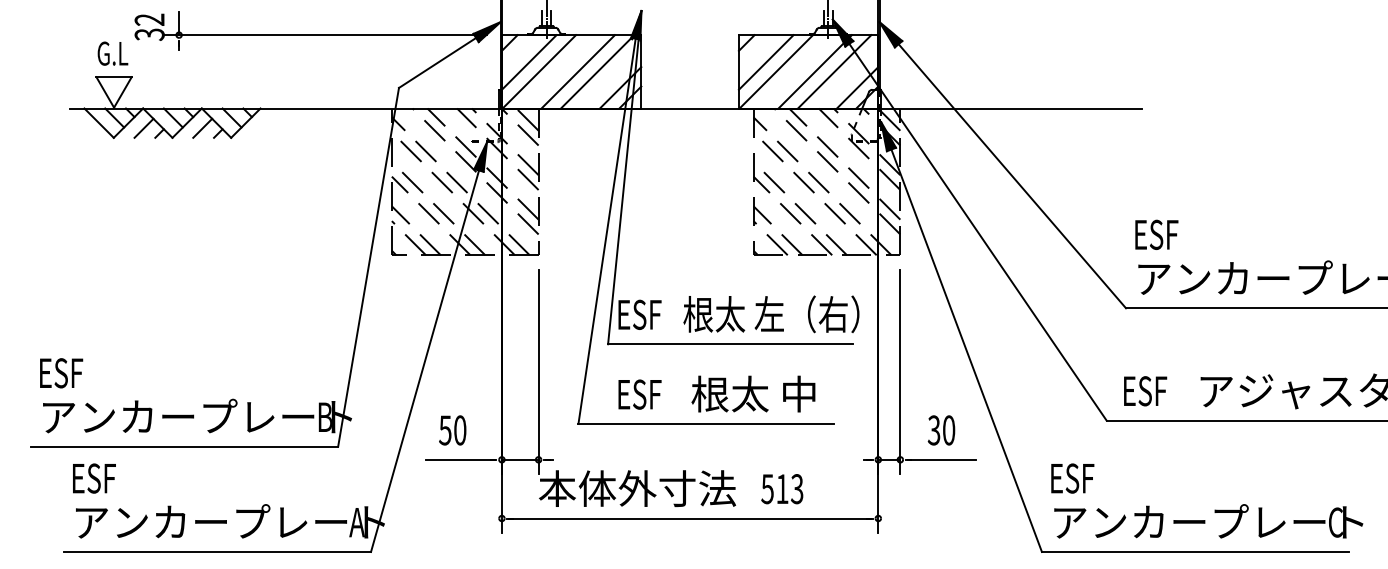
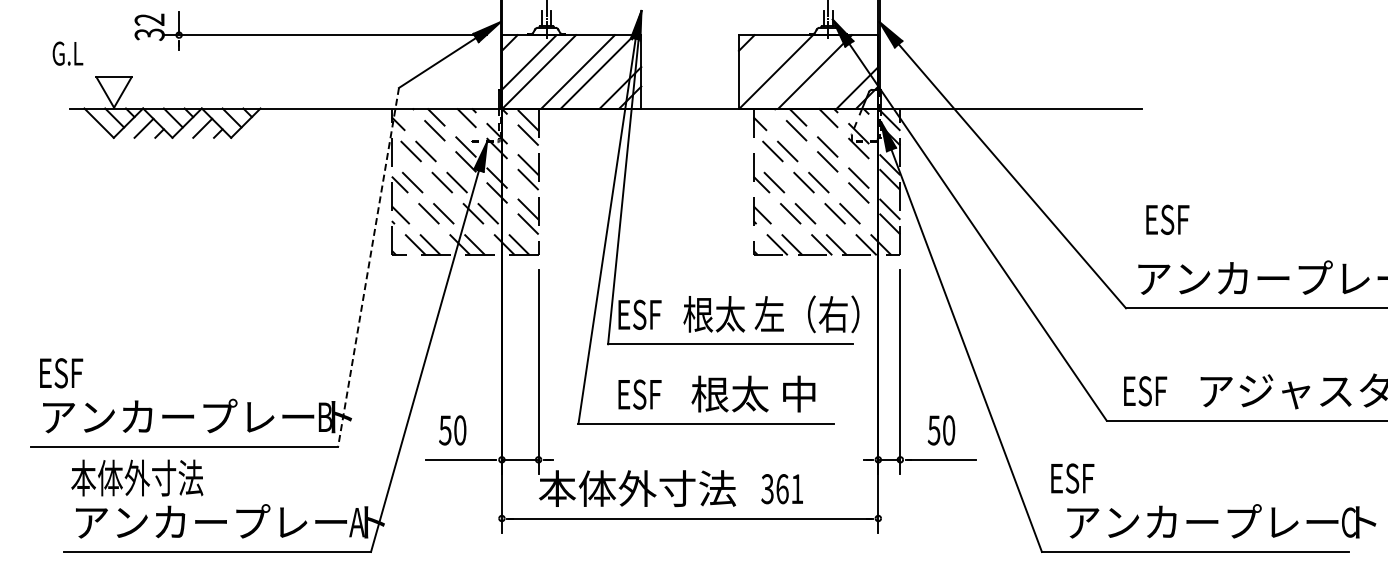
text at (112, 53) position: (112, 53) -> (67, 53)
line at (765, 62): present -> none
line at (834, 71): present -> none
text at (1156, 234) position: (1156, 234) -> (1167, 219)
line at (368, 267): solid -> dashed
text at (934, 429): 30 -> 50
text at (137, 477): ESF -> 本体外寸法
text at (782, 489): 513 -> 361
text at (1208, 521) position: (1208, 521) -> (1221, 521)
